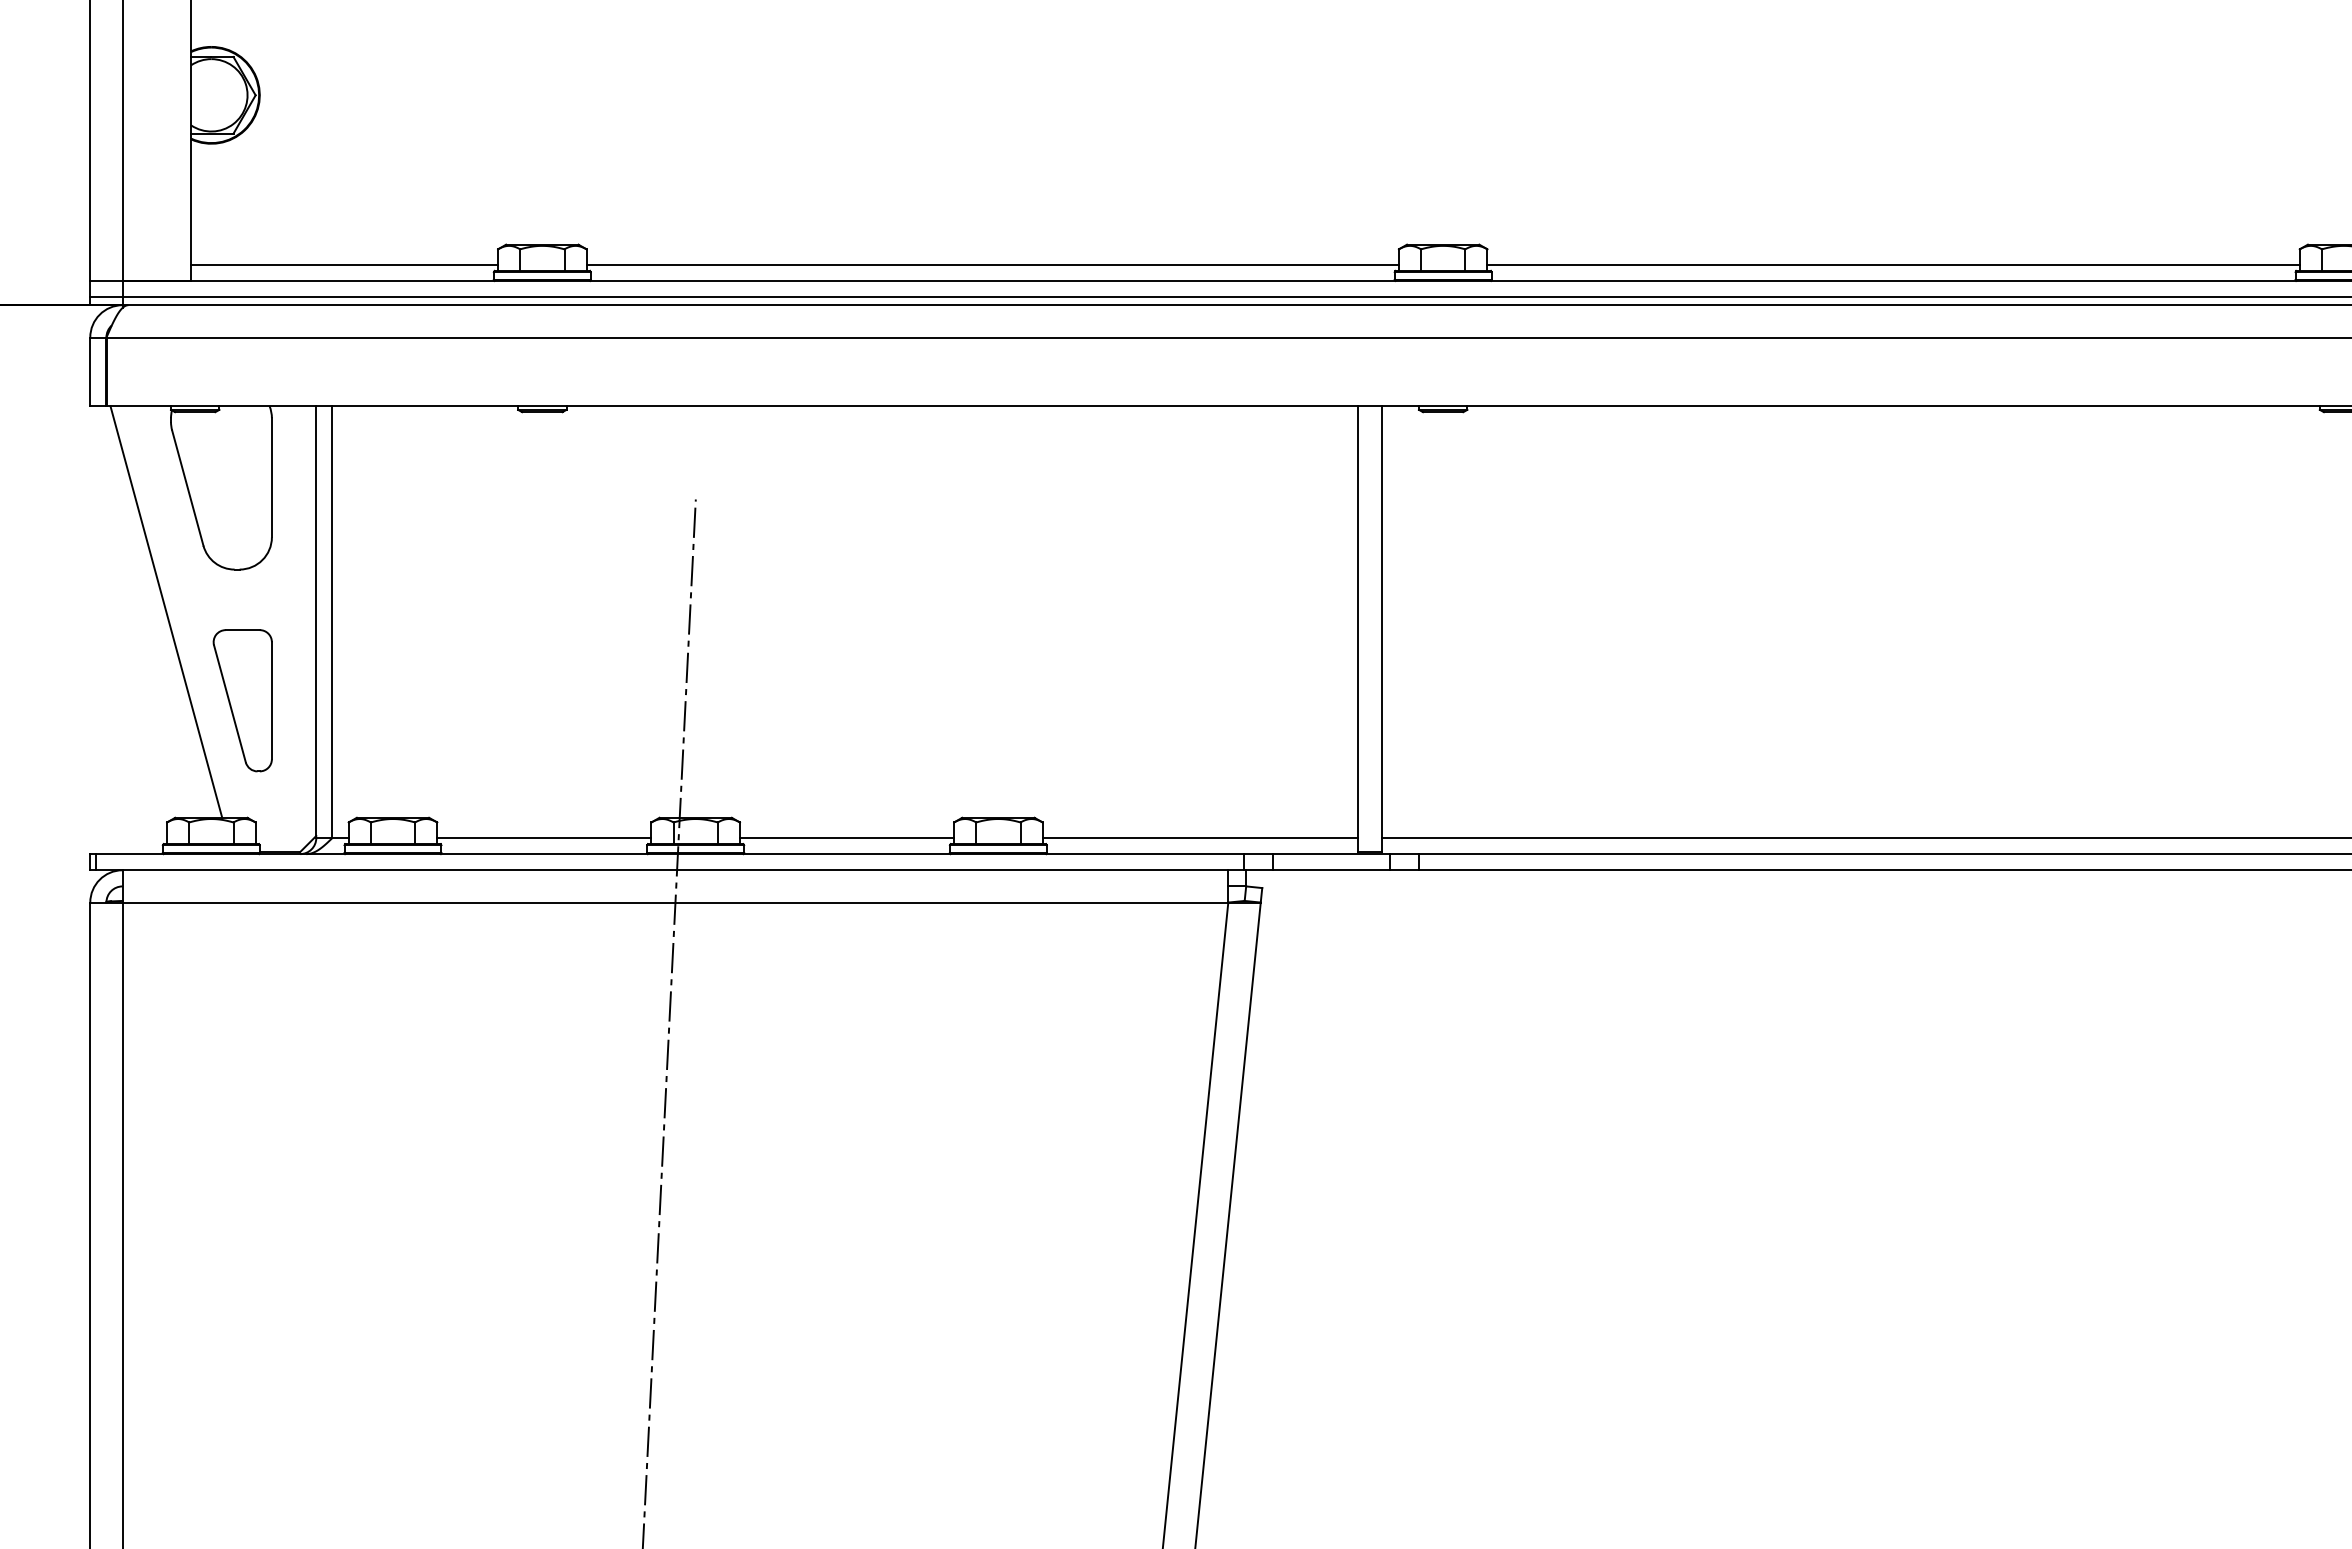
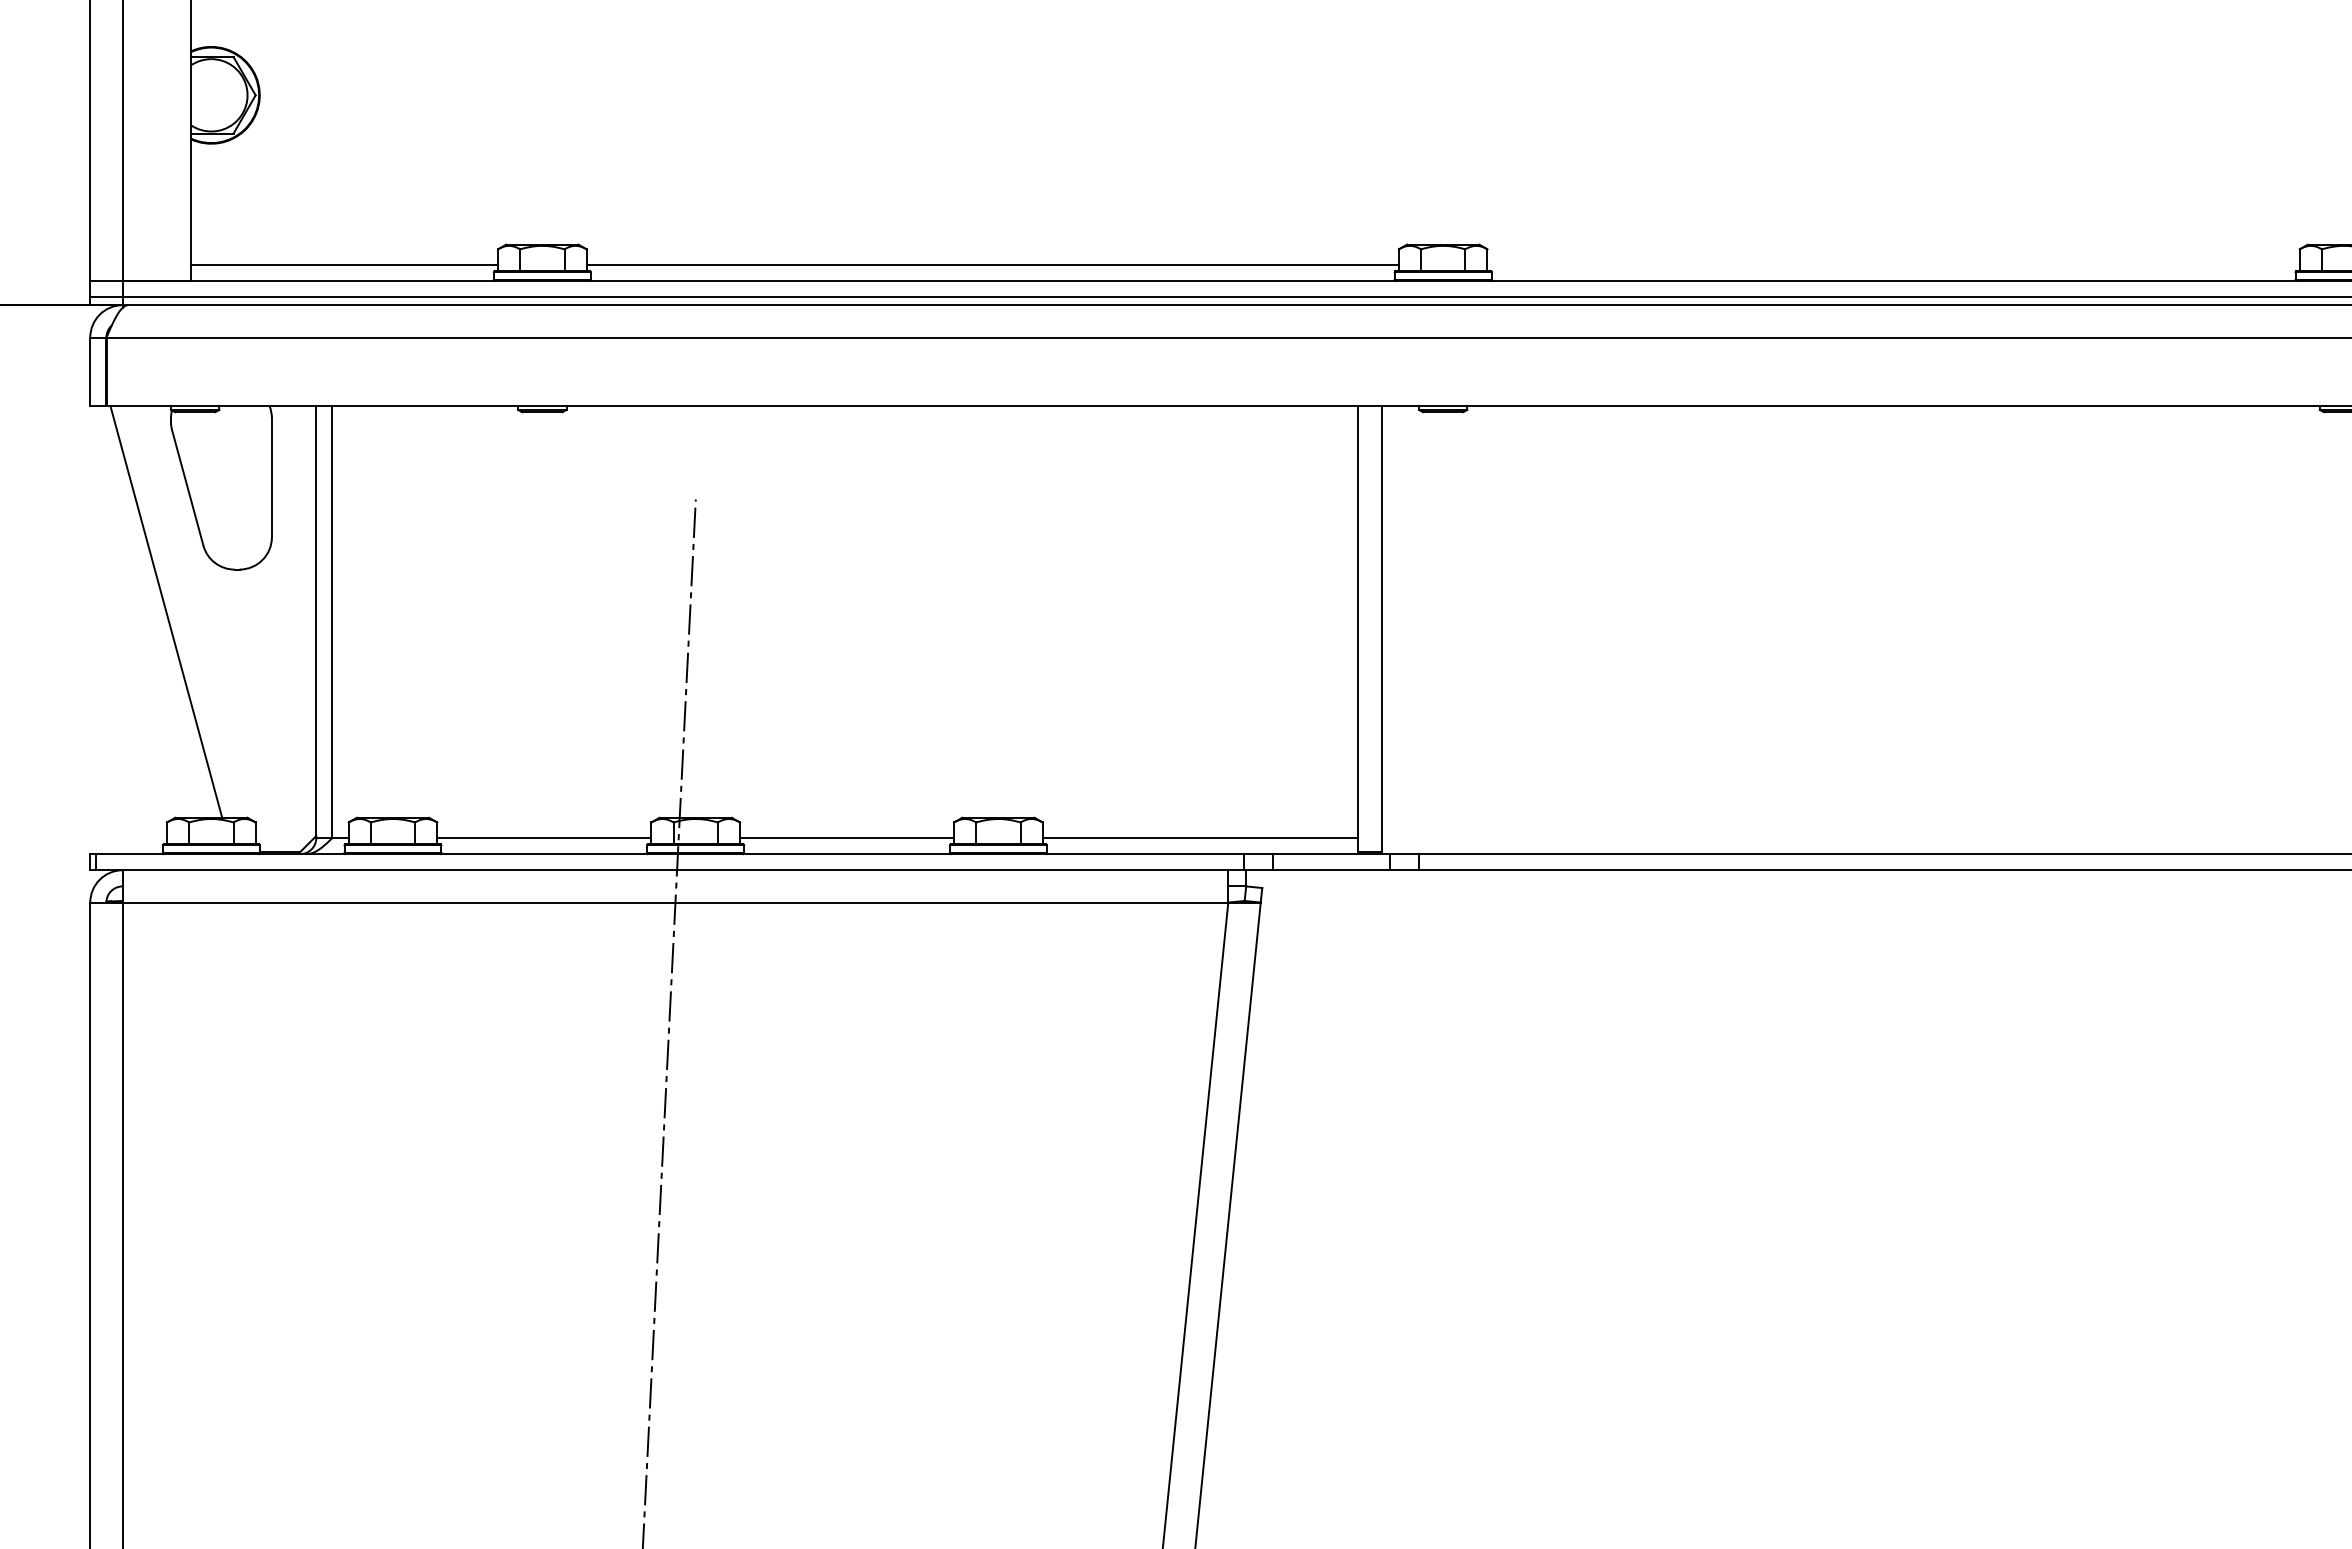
line at (1893, 264): present -> none
part at (242, 700): present -> none
line at (1864, 837): present -> none
